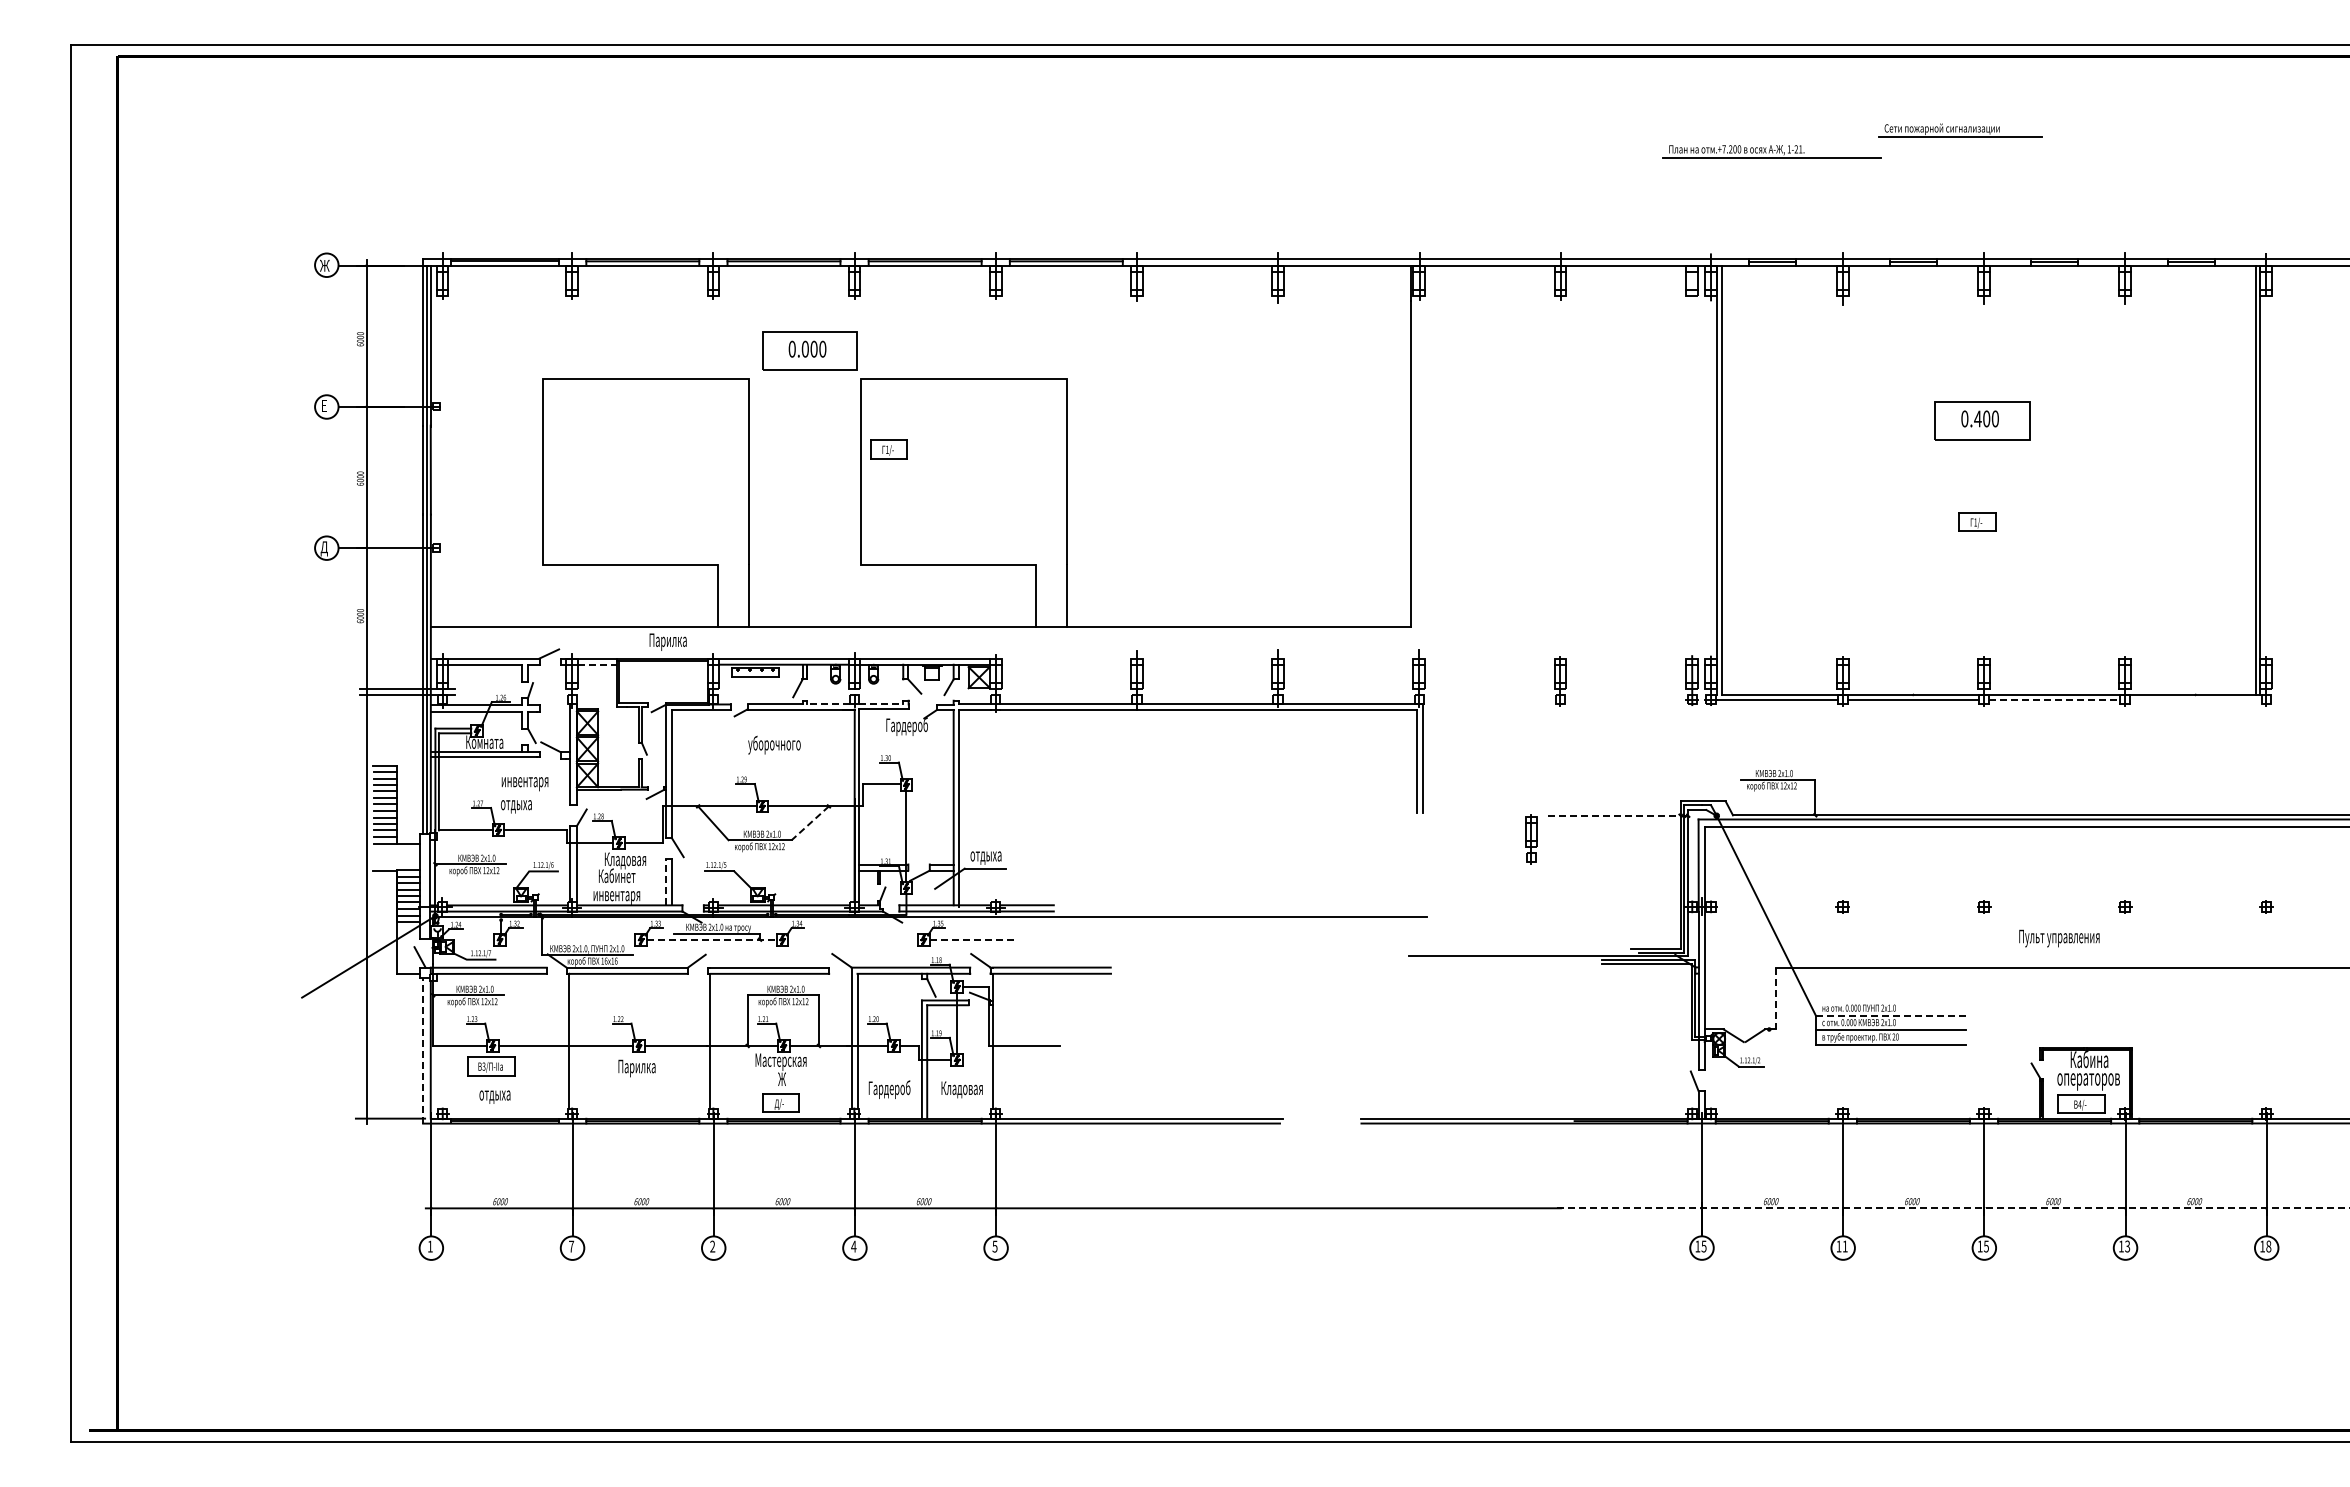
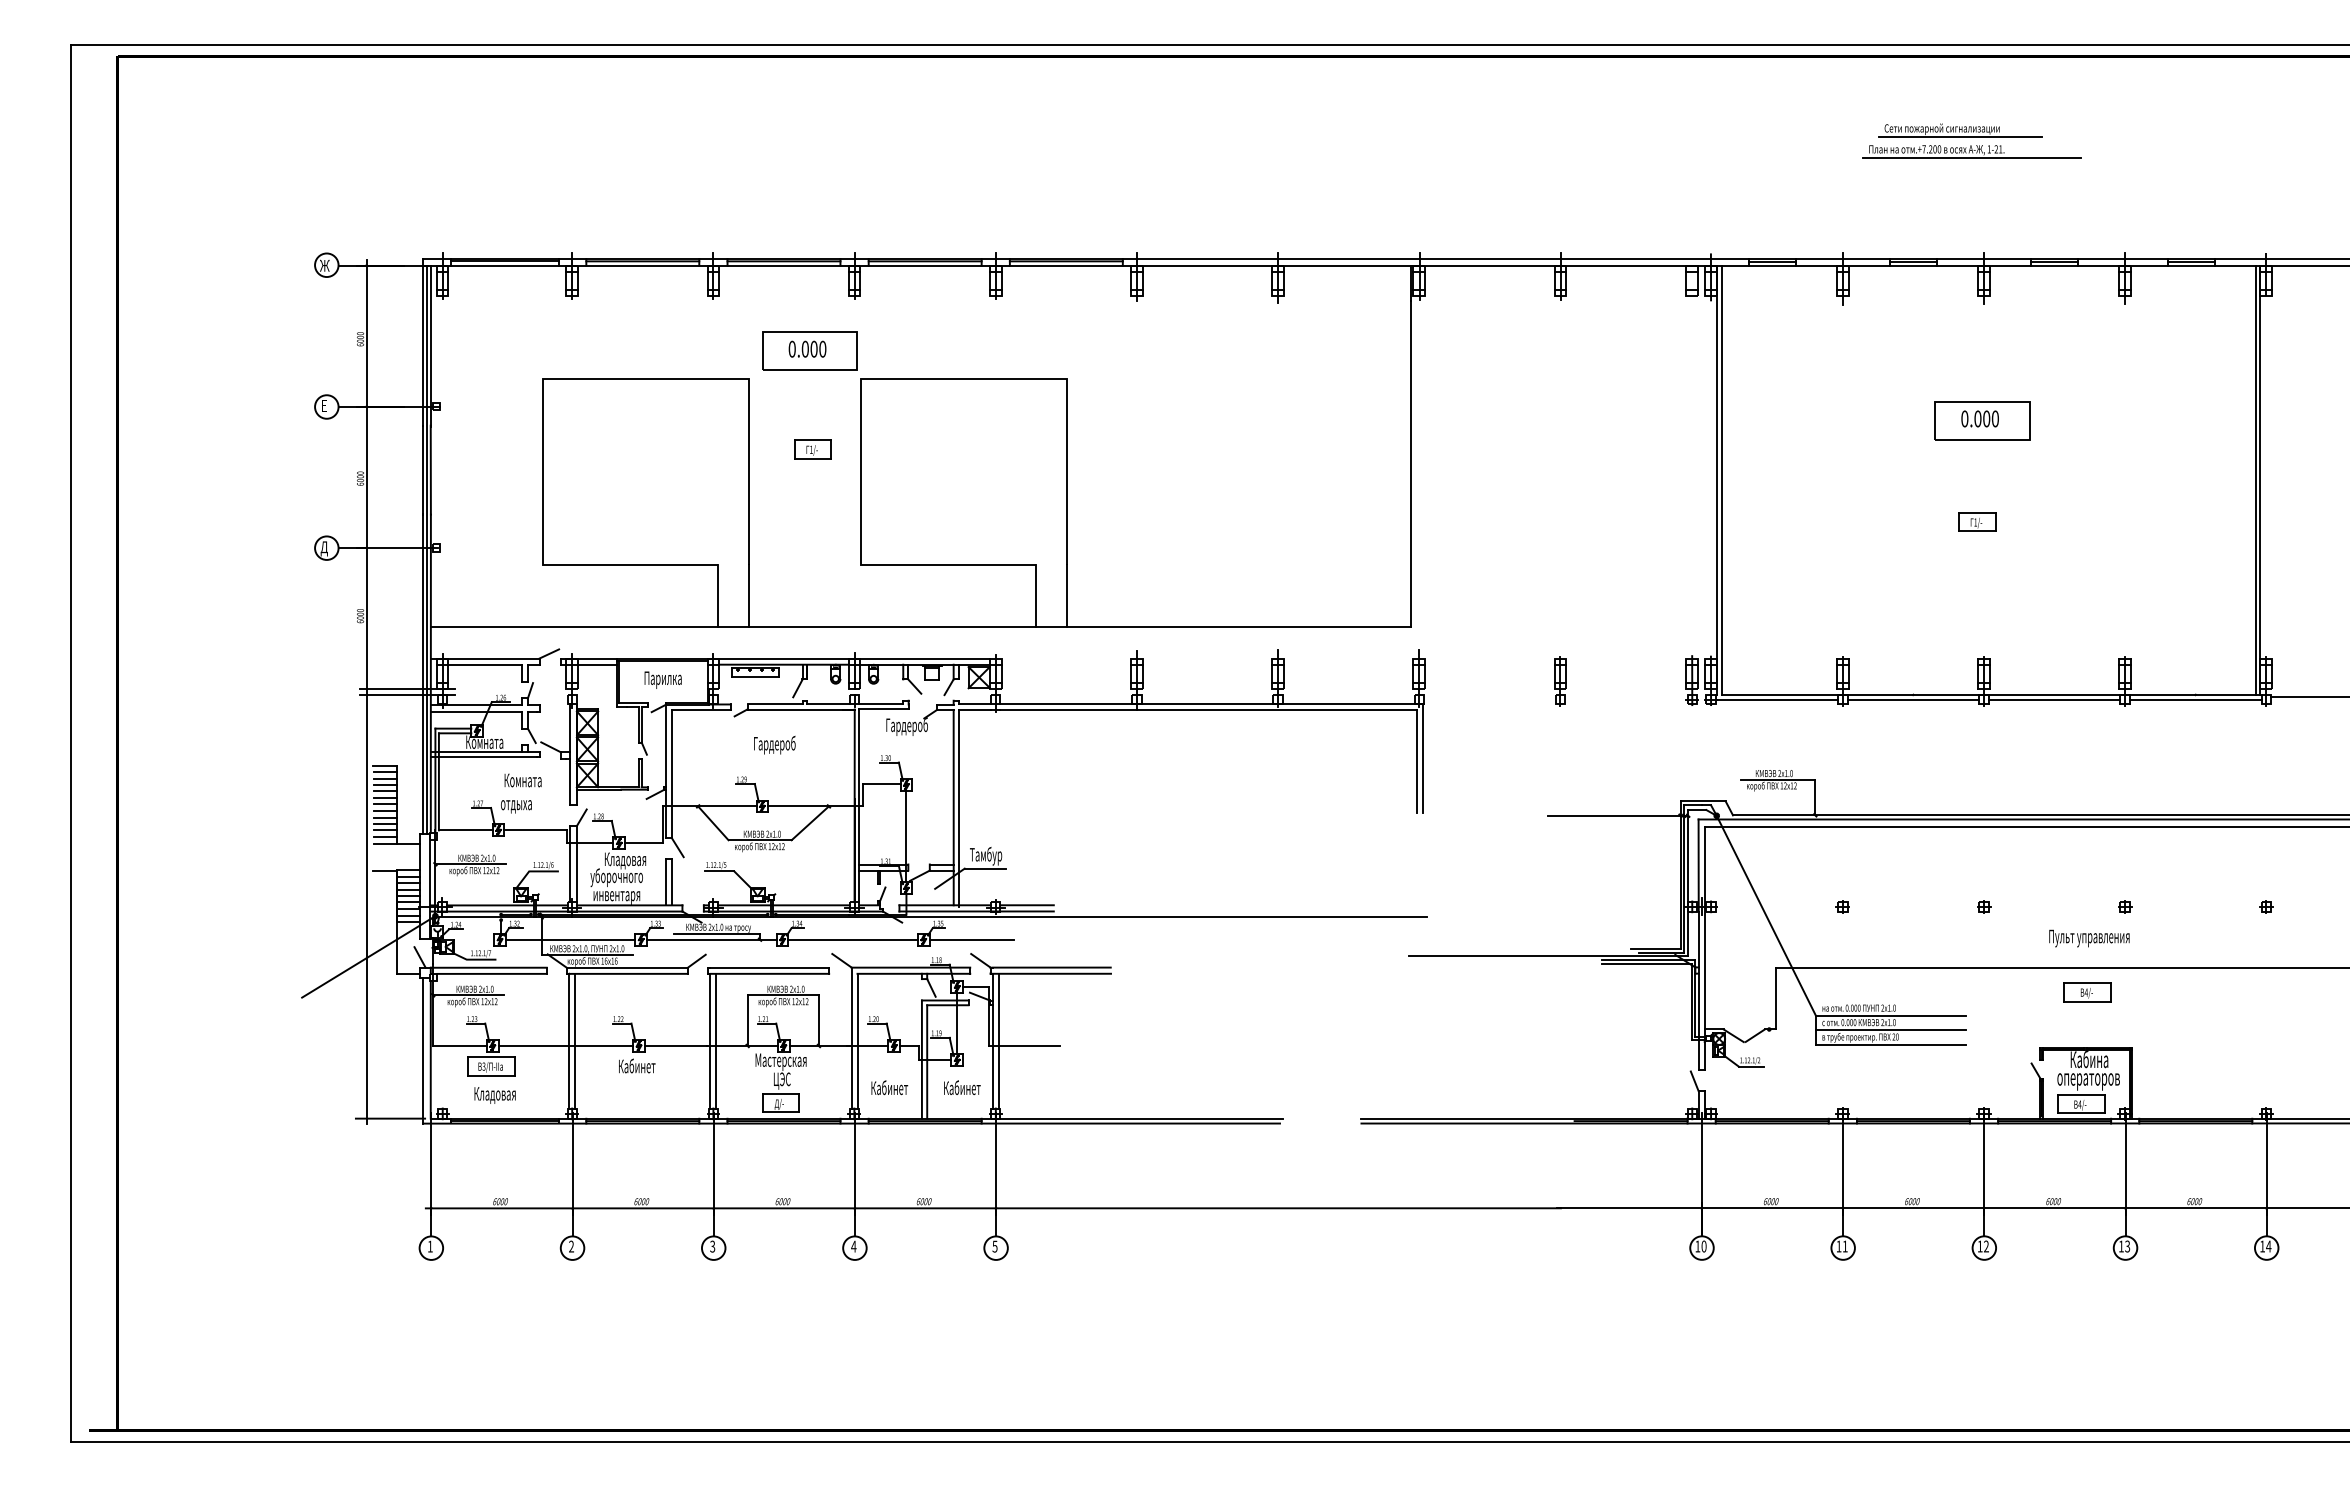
part at (1771, 151) position: (1771, 151) -> (1971, 151)
text at (1977, 418): 0.400 -> 0.000
part at (888, 449) position: (888, 449) -> (812, 449)
text at (667, 641) position: (667, 641) -> (662, 679)
line at (597, 664): dashed -> solid
line at (2308, 697): none -> present
line at (2054, 699): dashed -> solid
line at (2195, 699): none -> present
line at (827, 704): dashed -> solid
line at (881, 704): dashed -> solid
text at (774, 744): уборочного -> Гардероб
text at (524, 782): инвентаря -> Комната
line at (1618, 815): dashed -> solid
line at (809, 823): dashed -> solid
part at (1531, 839): present -> none
text at (986, 855): отдыха -> Тамбур
text at (616, 877): Кабинет -> уборочного
line at (666, 881): dashed -> solid
text at (2059, 938) position: (2059, 938) -> (2089, 938)
line at (570, 939): none -> present
line at (711, 939): dashed -> solid
line at (852, 939): none -> present
line at (971, 939): dashed -> solid
part at (2087, 992): none -> present
line at (1775, 998): dashed -> solid
line at (1890, 1015): dashed -> solid
line at (575, 1041): none -> present
line at (716, 1041): none -> present
line at (998, 1041): none -> present
line at (423, 1050): dashed -> solid
text at (636, 1067): Парилка -> Кабинет
text at (782, 1080): Ж -> ЦЭС
text at (889, 1089): Гардероб -> Кабинет
text at (961, 1089): Кладовая -> Кабинет
text at (494, 1095): отдыха -> Кладовая
line at (1953, 1208): dashed -> solid
text at (571, 1246): 7 -> 2
text at (712, 1246): 2 -> 3
text at (1703, 1246): 15 -> 10
text at (1986, 1246): 15 -> 12
text at (2268, 1246): 18 -> 14
